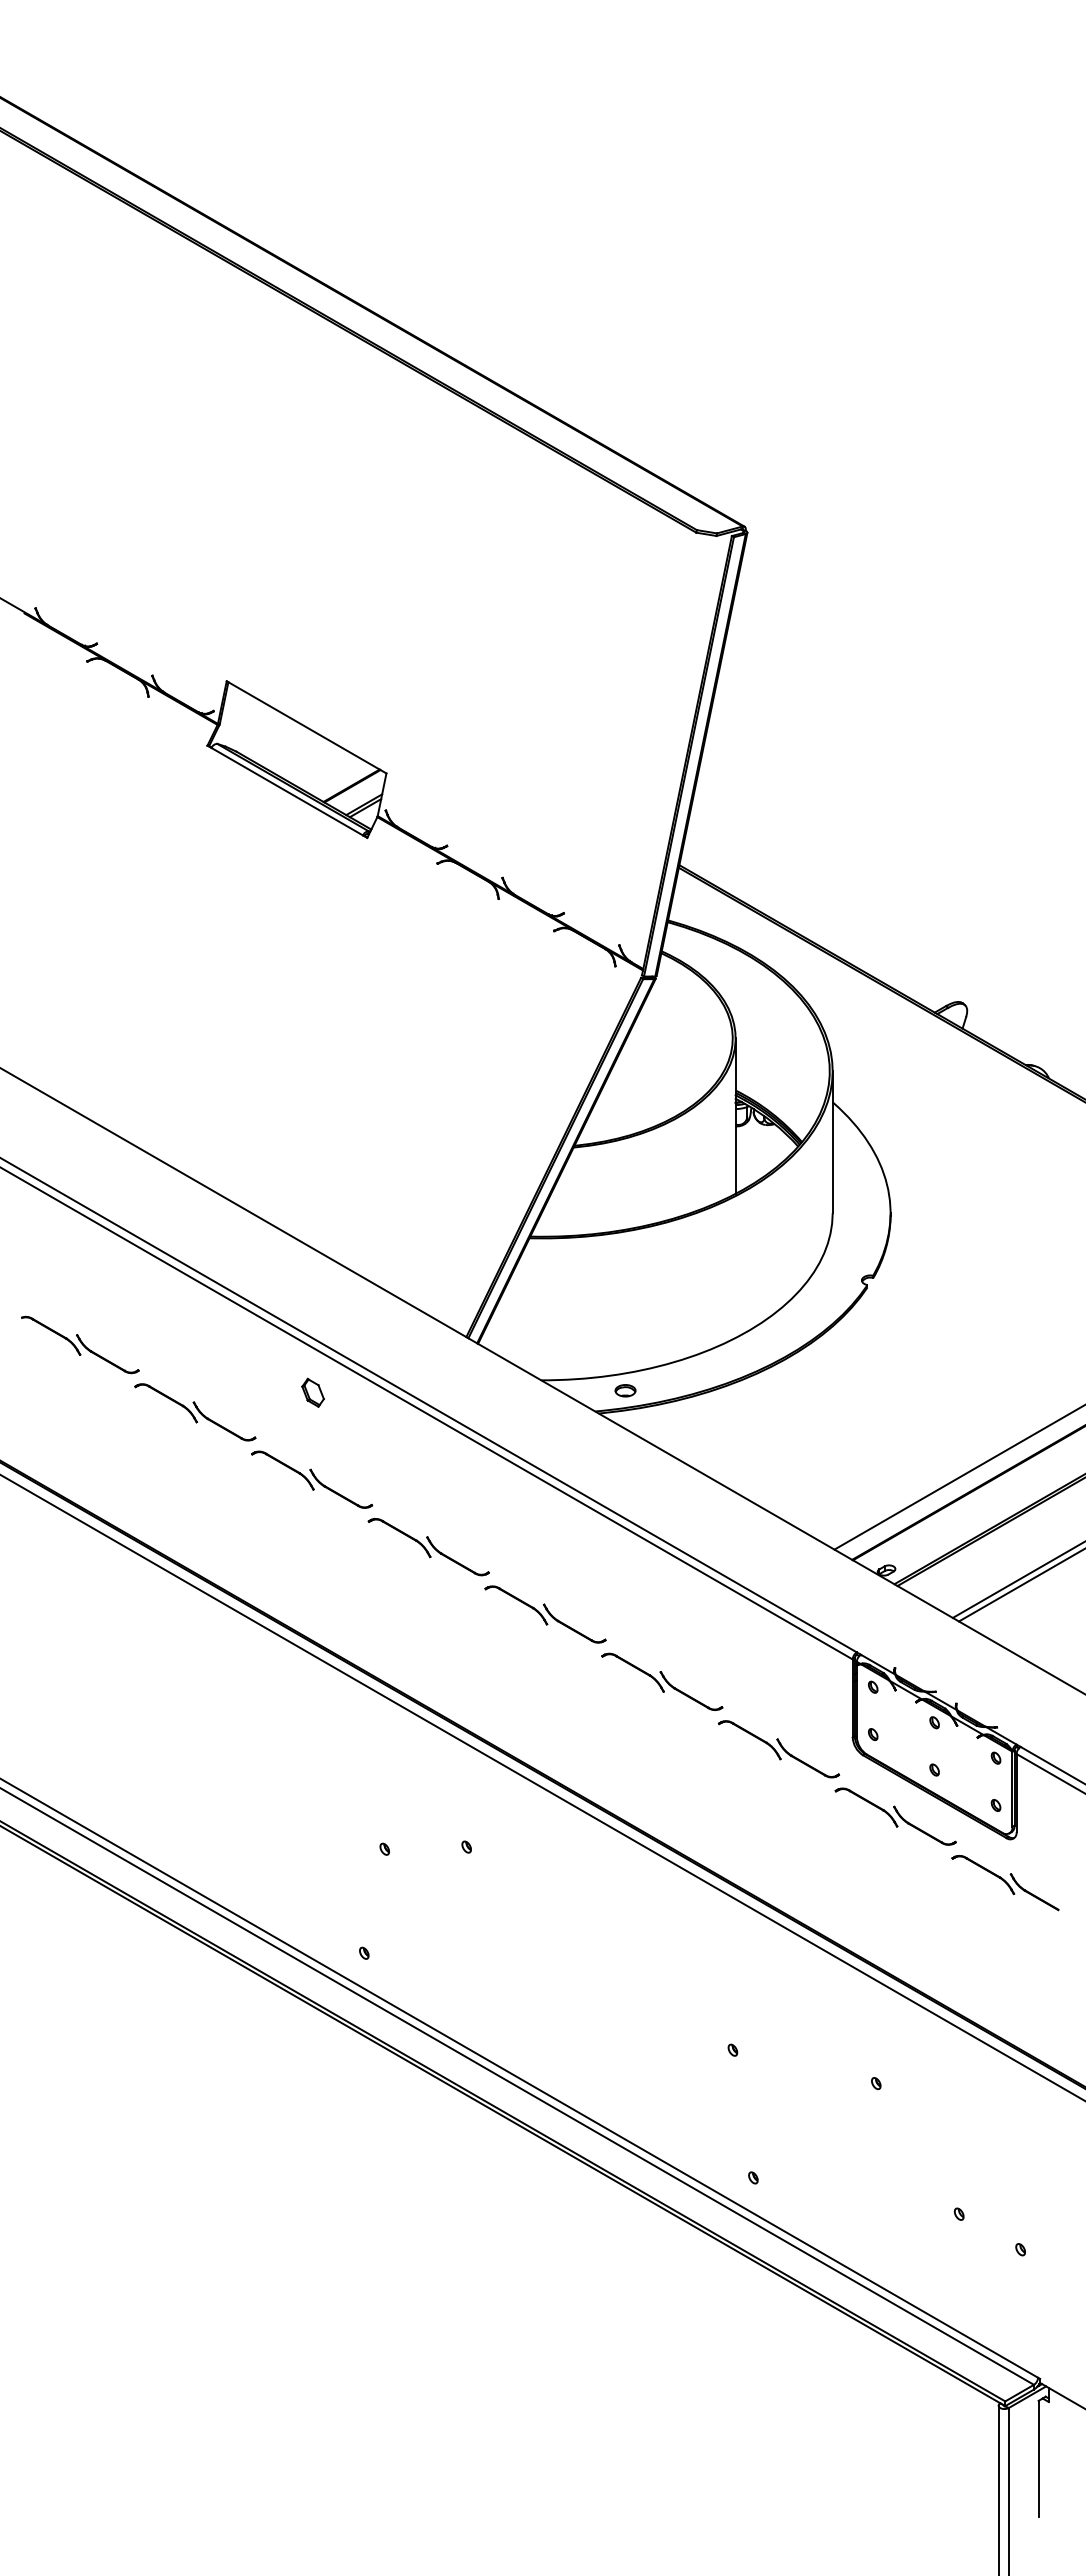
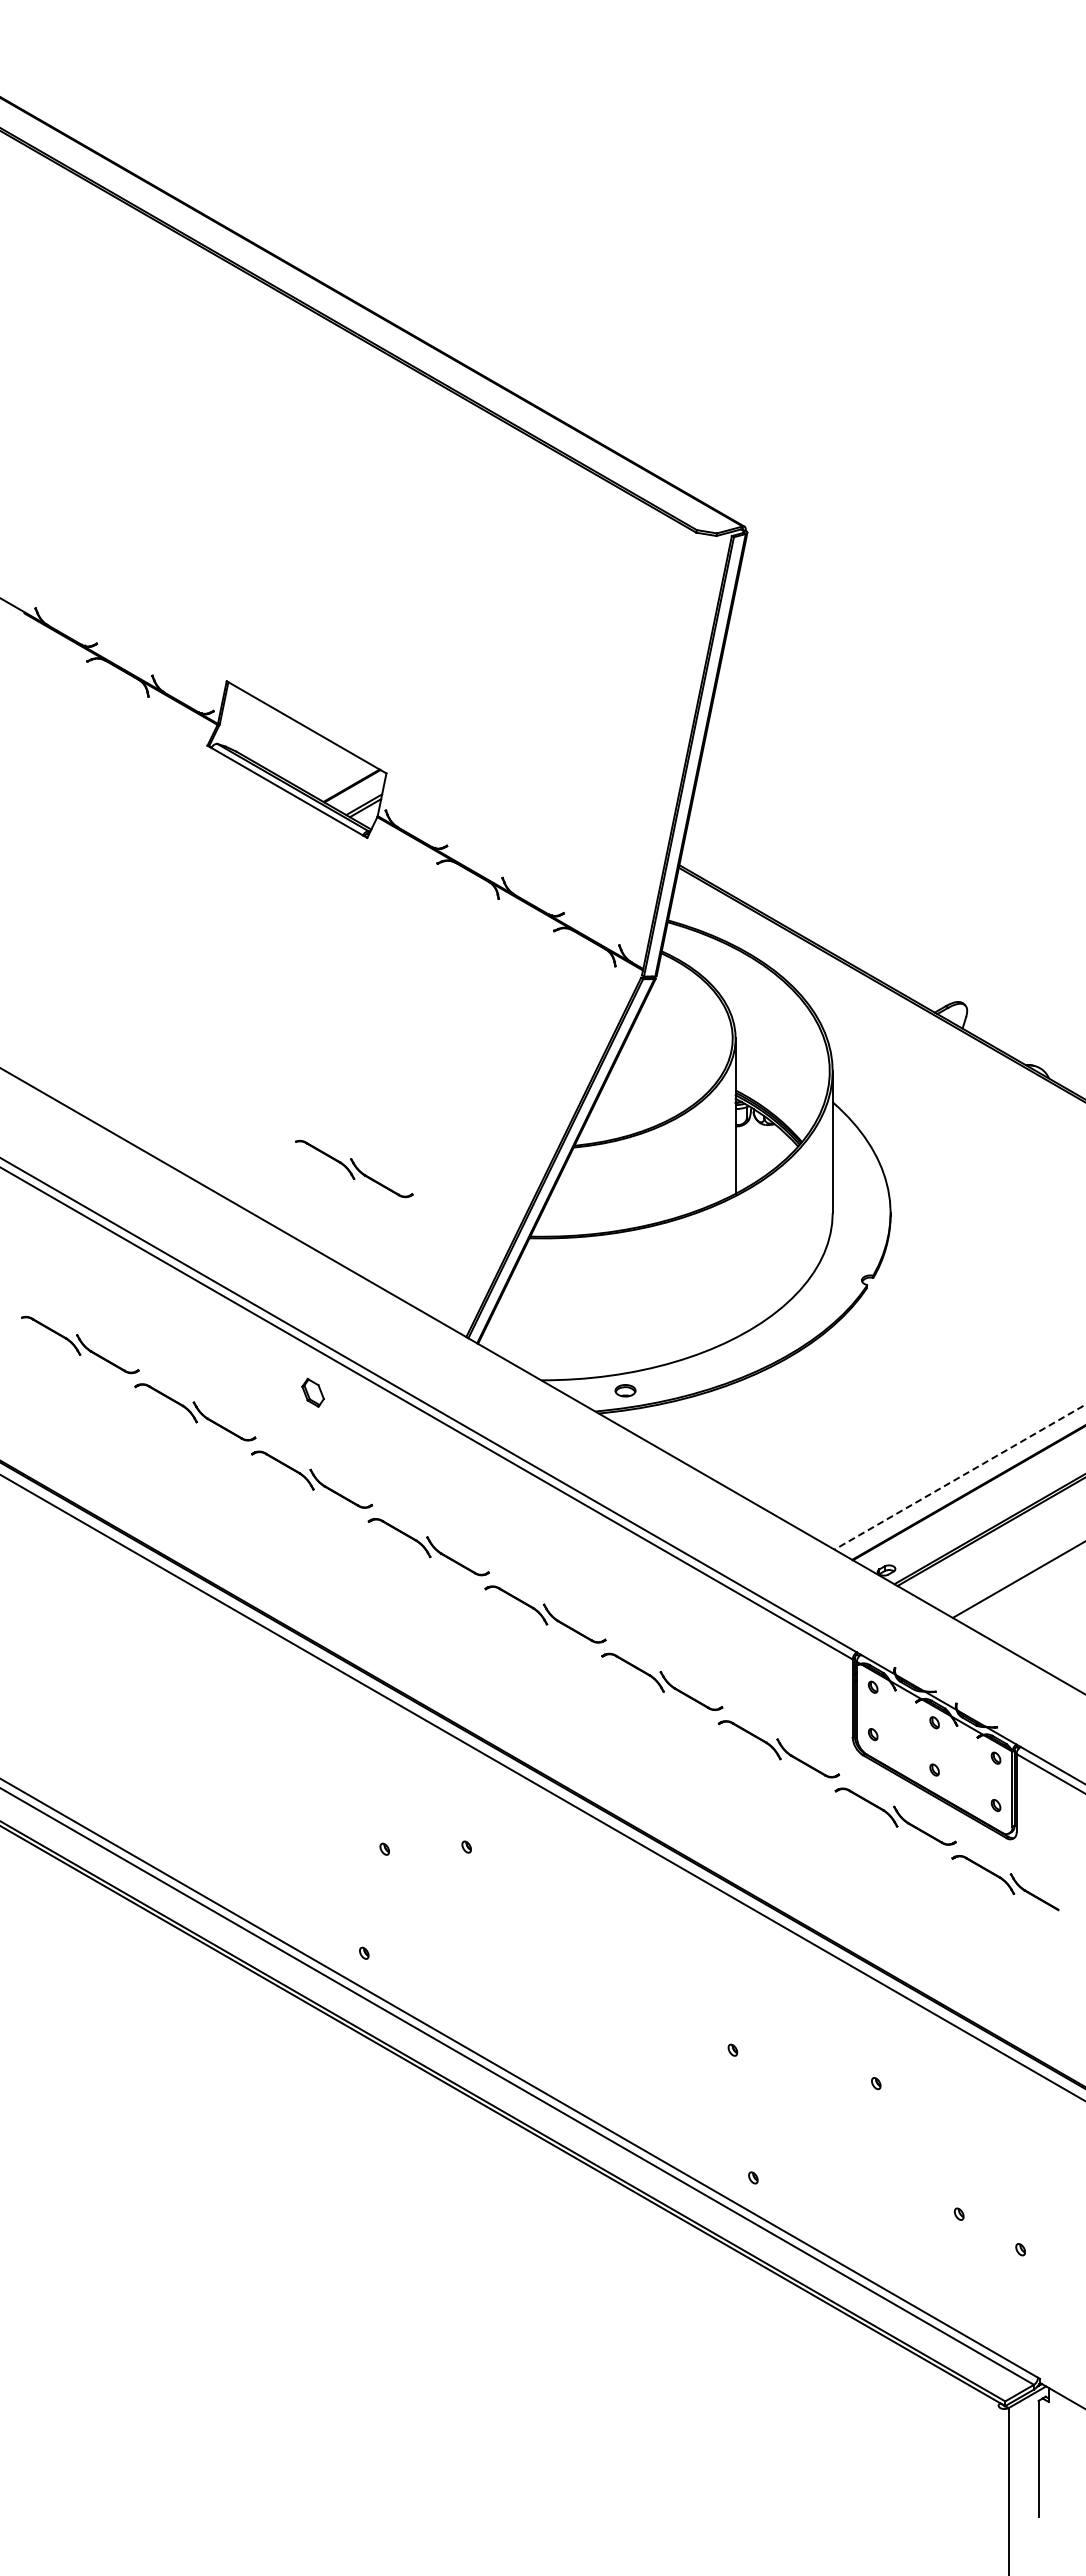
part at (354, 1168): none -> present
line at (959, 1477): solid -> dashed
line at (1020, 1585): present -> none
line at (998, 2488): present -> none
